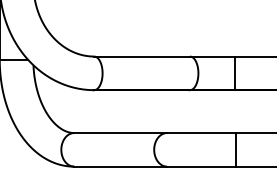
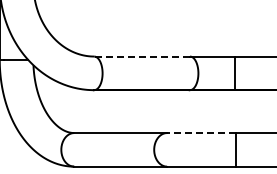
line at (142, 56): solid -> dashed
line at (200, 133): solid -> dashed
